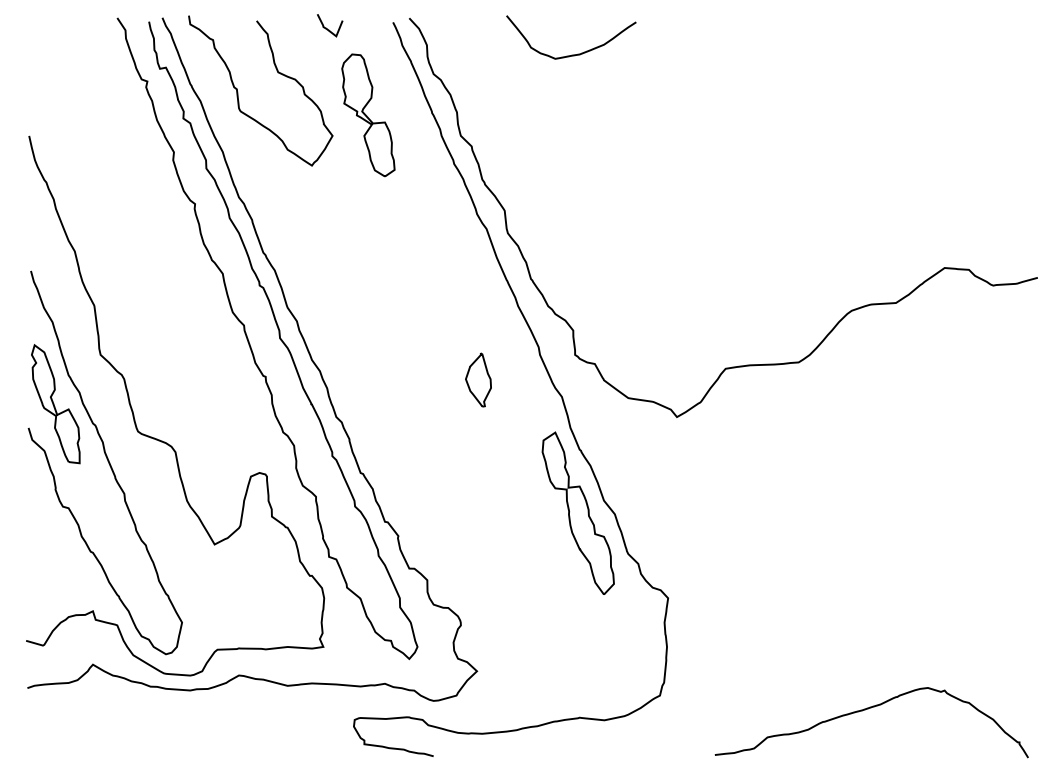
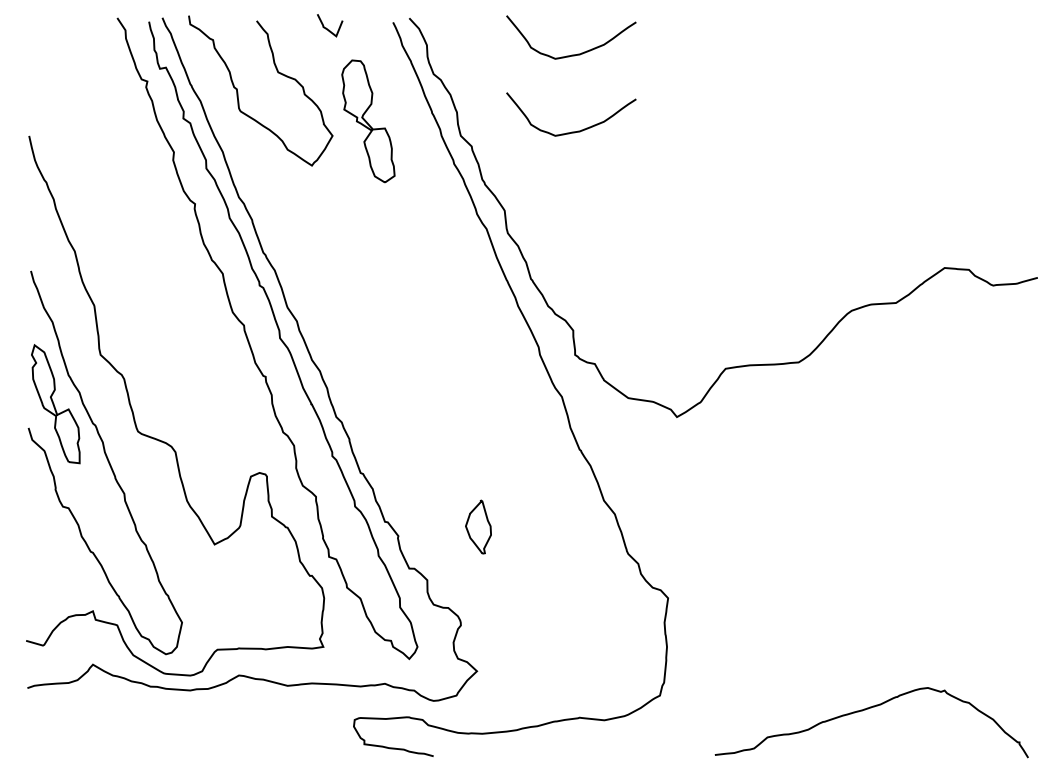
part at (368, 115) position: (368, 115) -> (368, 121)
curve at (571, 131): none -> present
part at (478, 379) position: (478, 379) -> (478, 526)
part at (577, 512): present -> none
